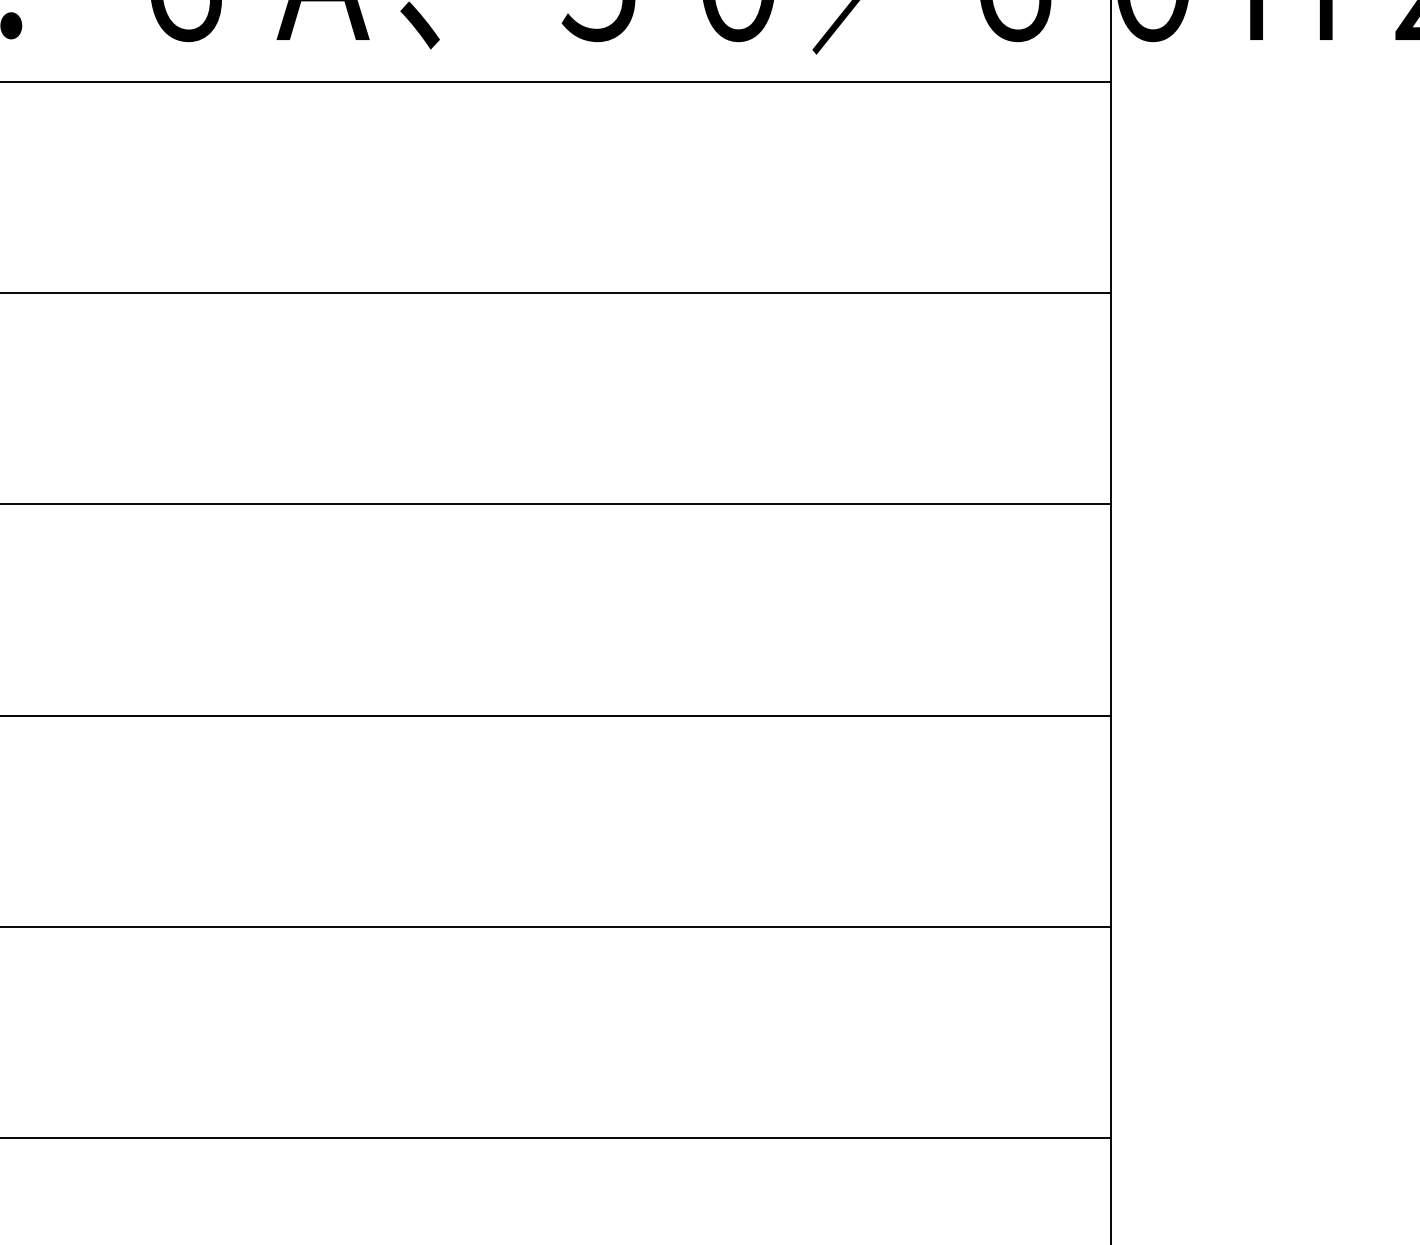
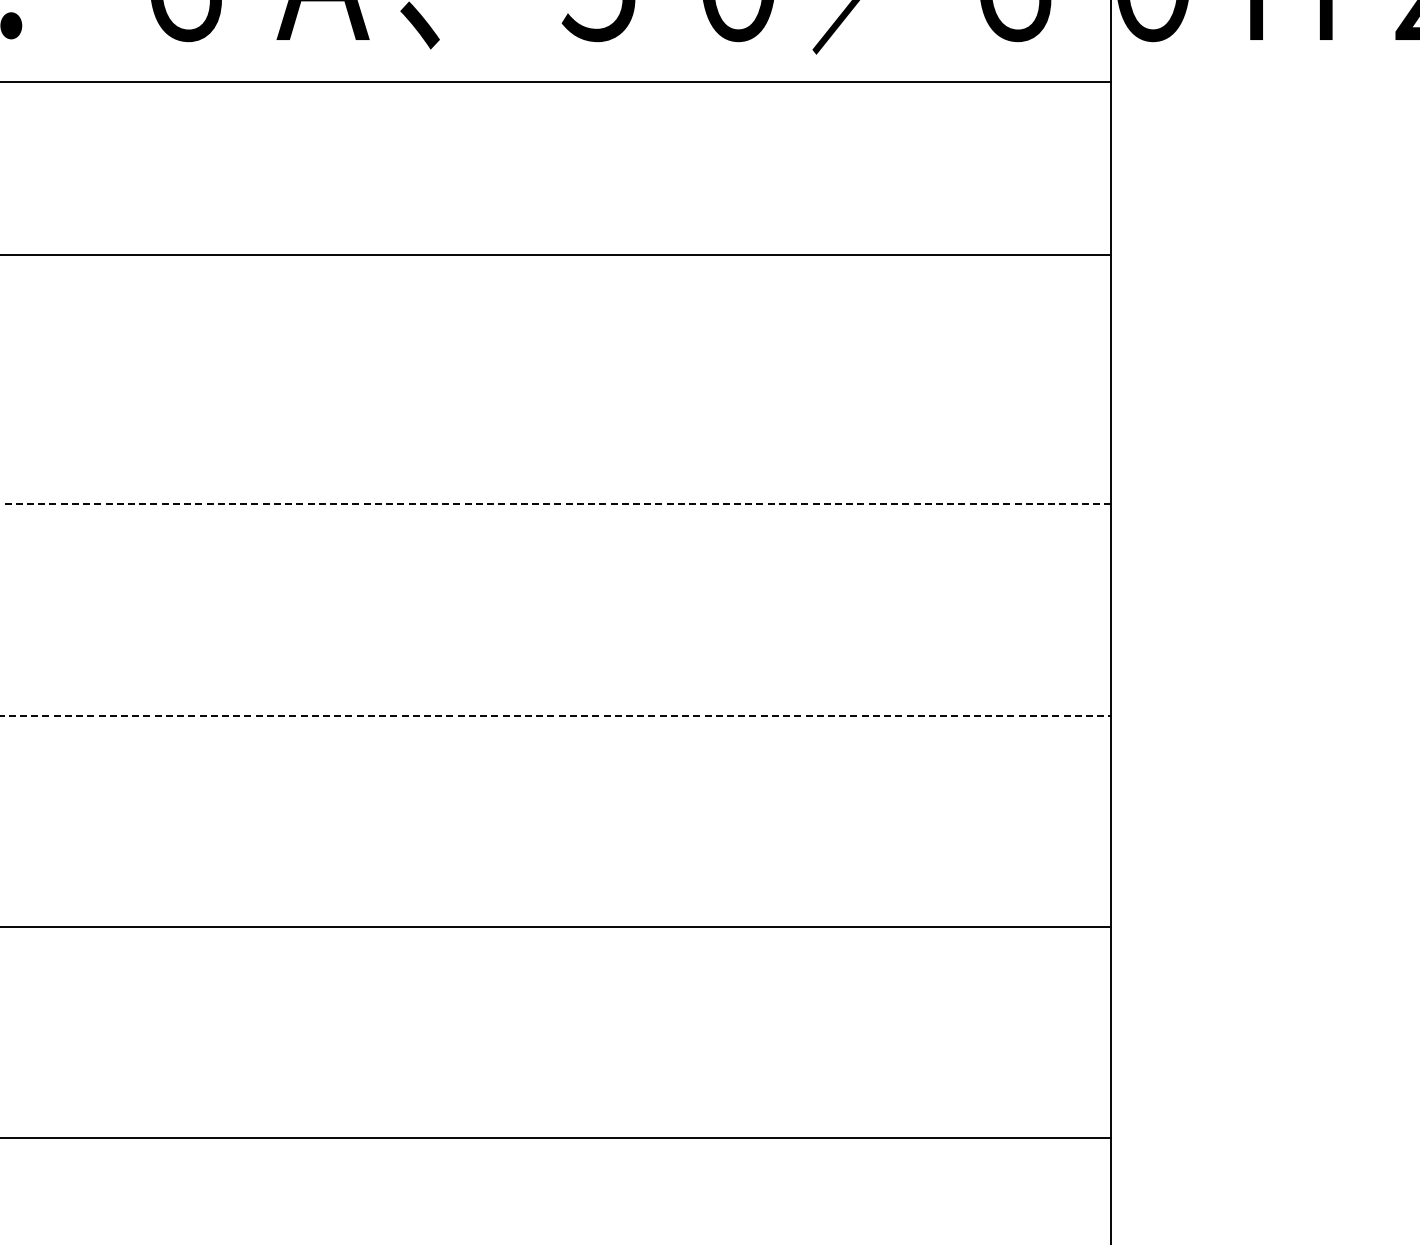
line at (556, 293) position: (556, 293) -> (556, 255)
line at (555, 504): solid -> dashed
line at (556, 715): solid -> dashed
